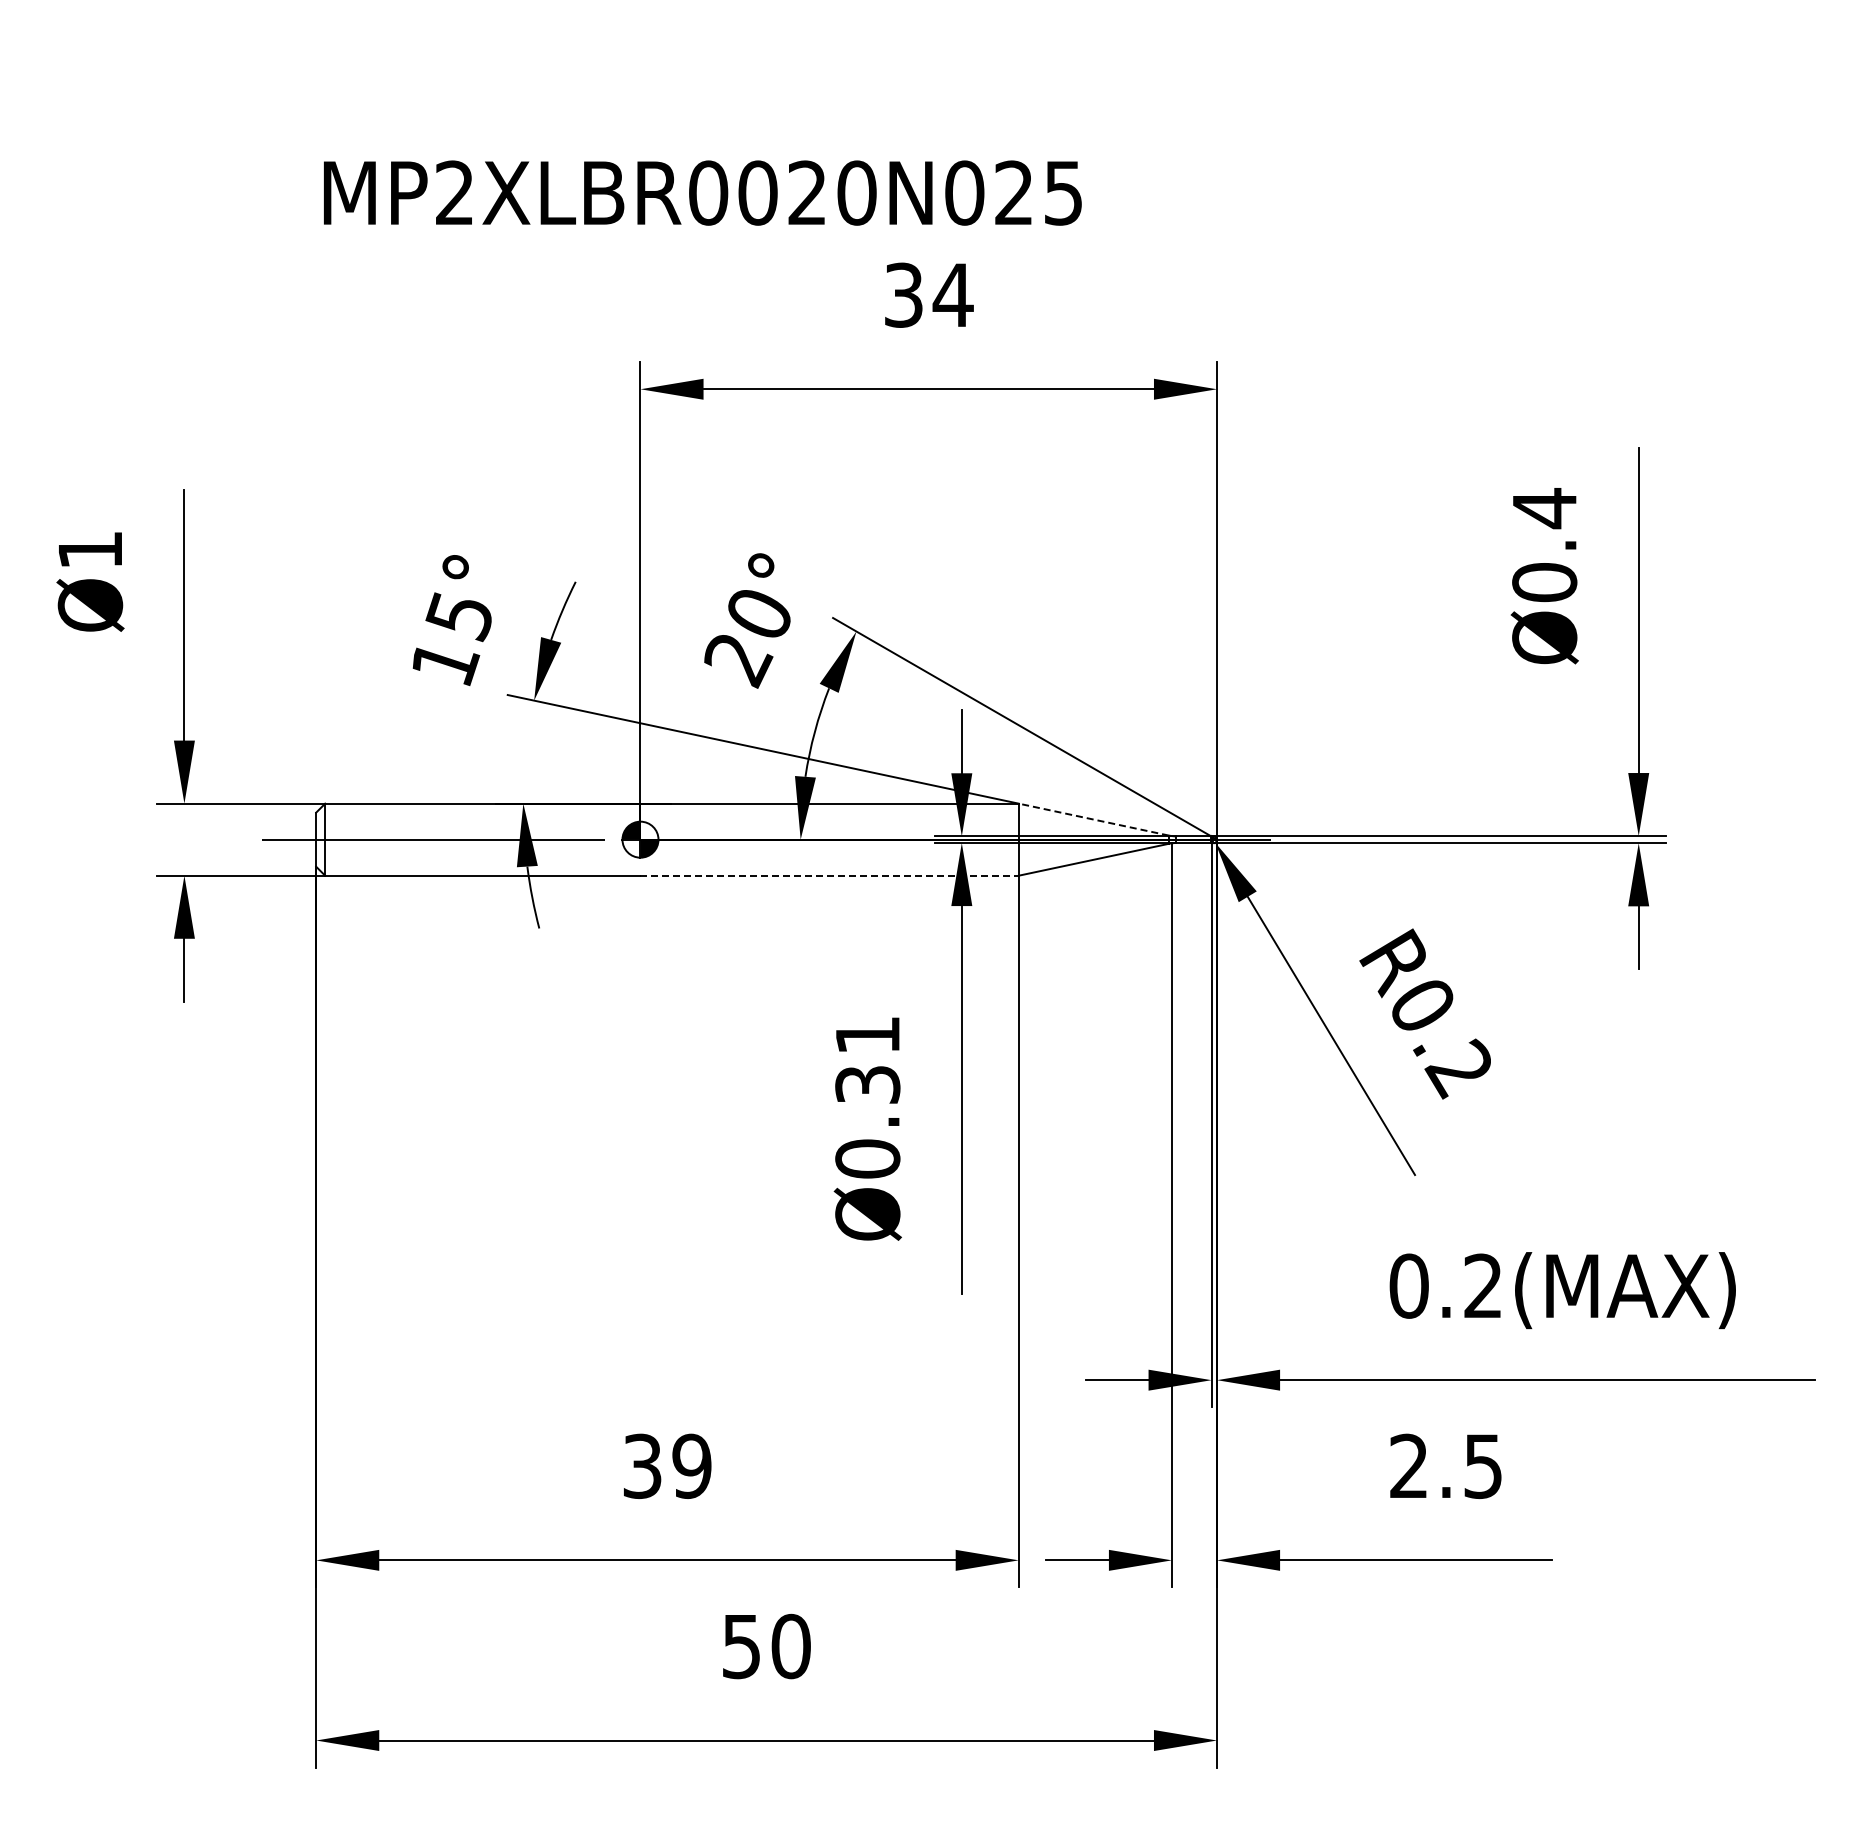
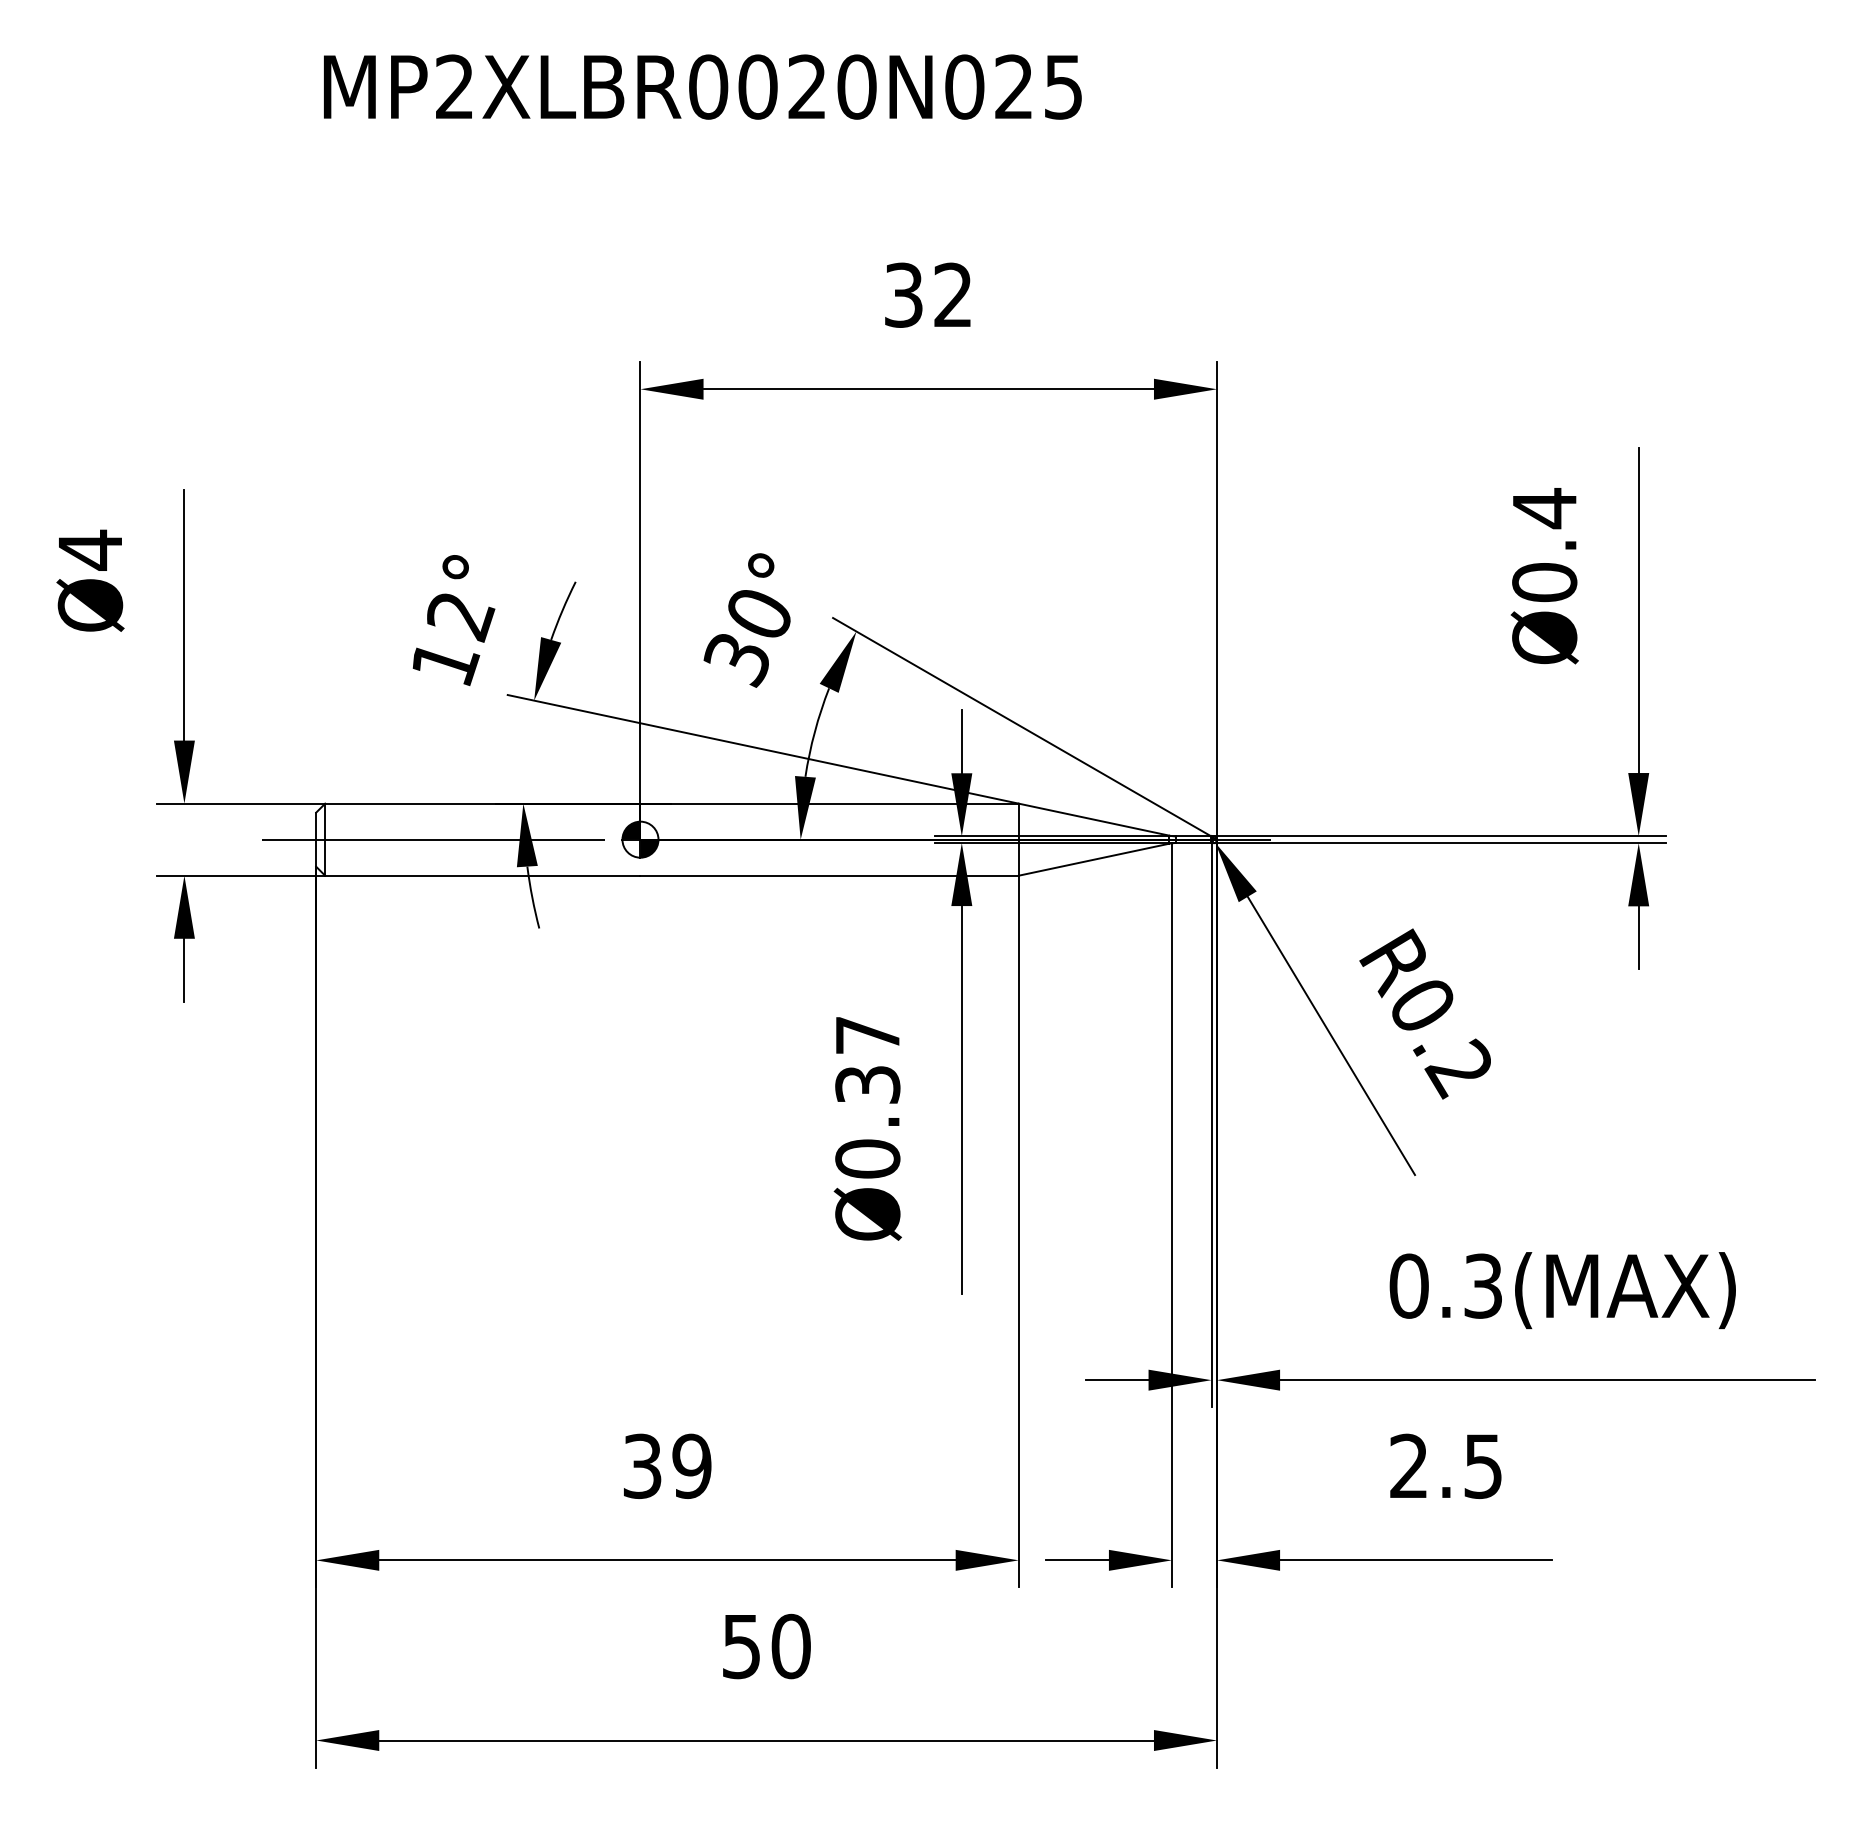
text at (702, 192) position: (702, 192) -> (702, 86)
text at (952, 294): 34 -> 32
text at (90, 549): Ø1 -> Ø4
text at (460, 617): 15° -> 12°
text at (738, 661): 20° -> 30°
line at (1093, 819): dashed -> solid
line at (830, 875): dashed -> solid
text at (867, 1035): Ø0.31 -> Ø0.37
text at (1482, 1285): 0.2(MAX) -> 0.3(MAX)
